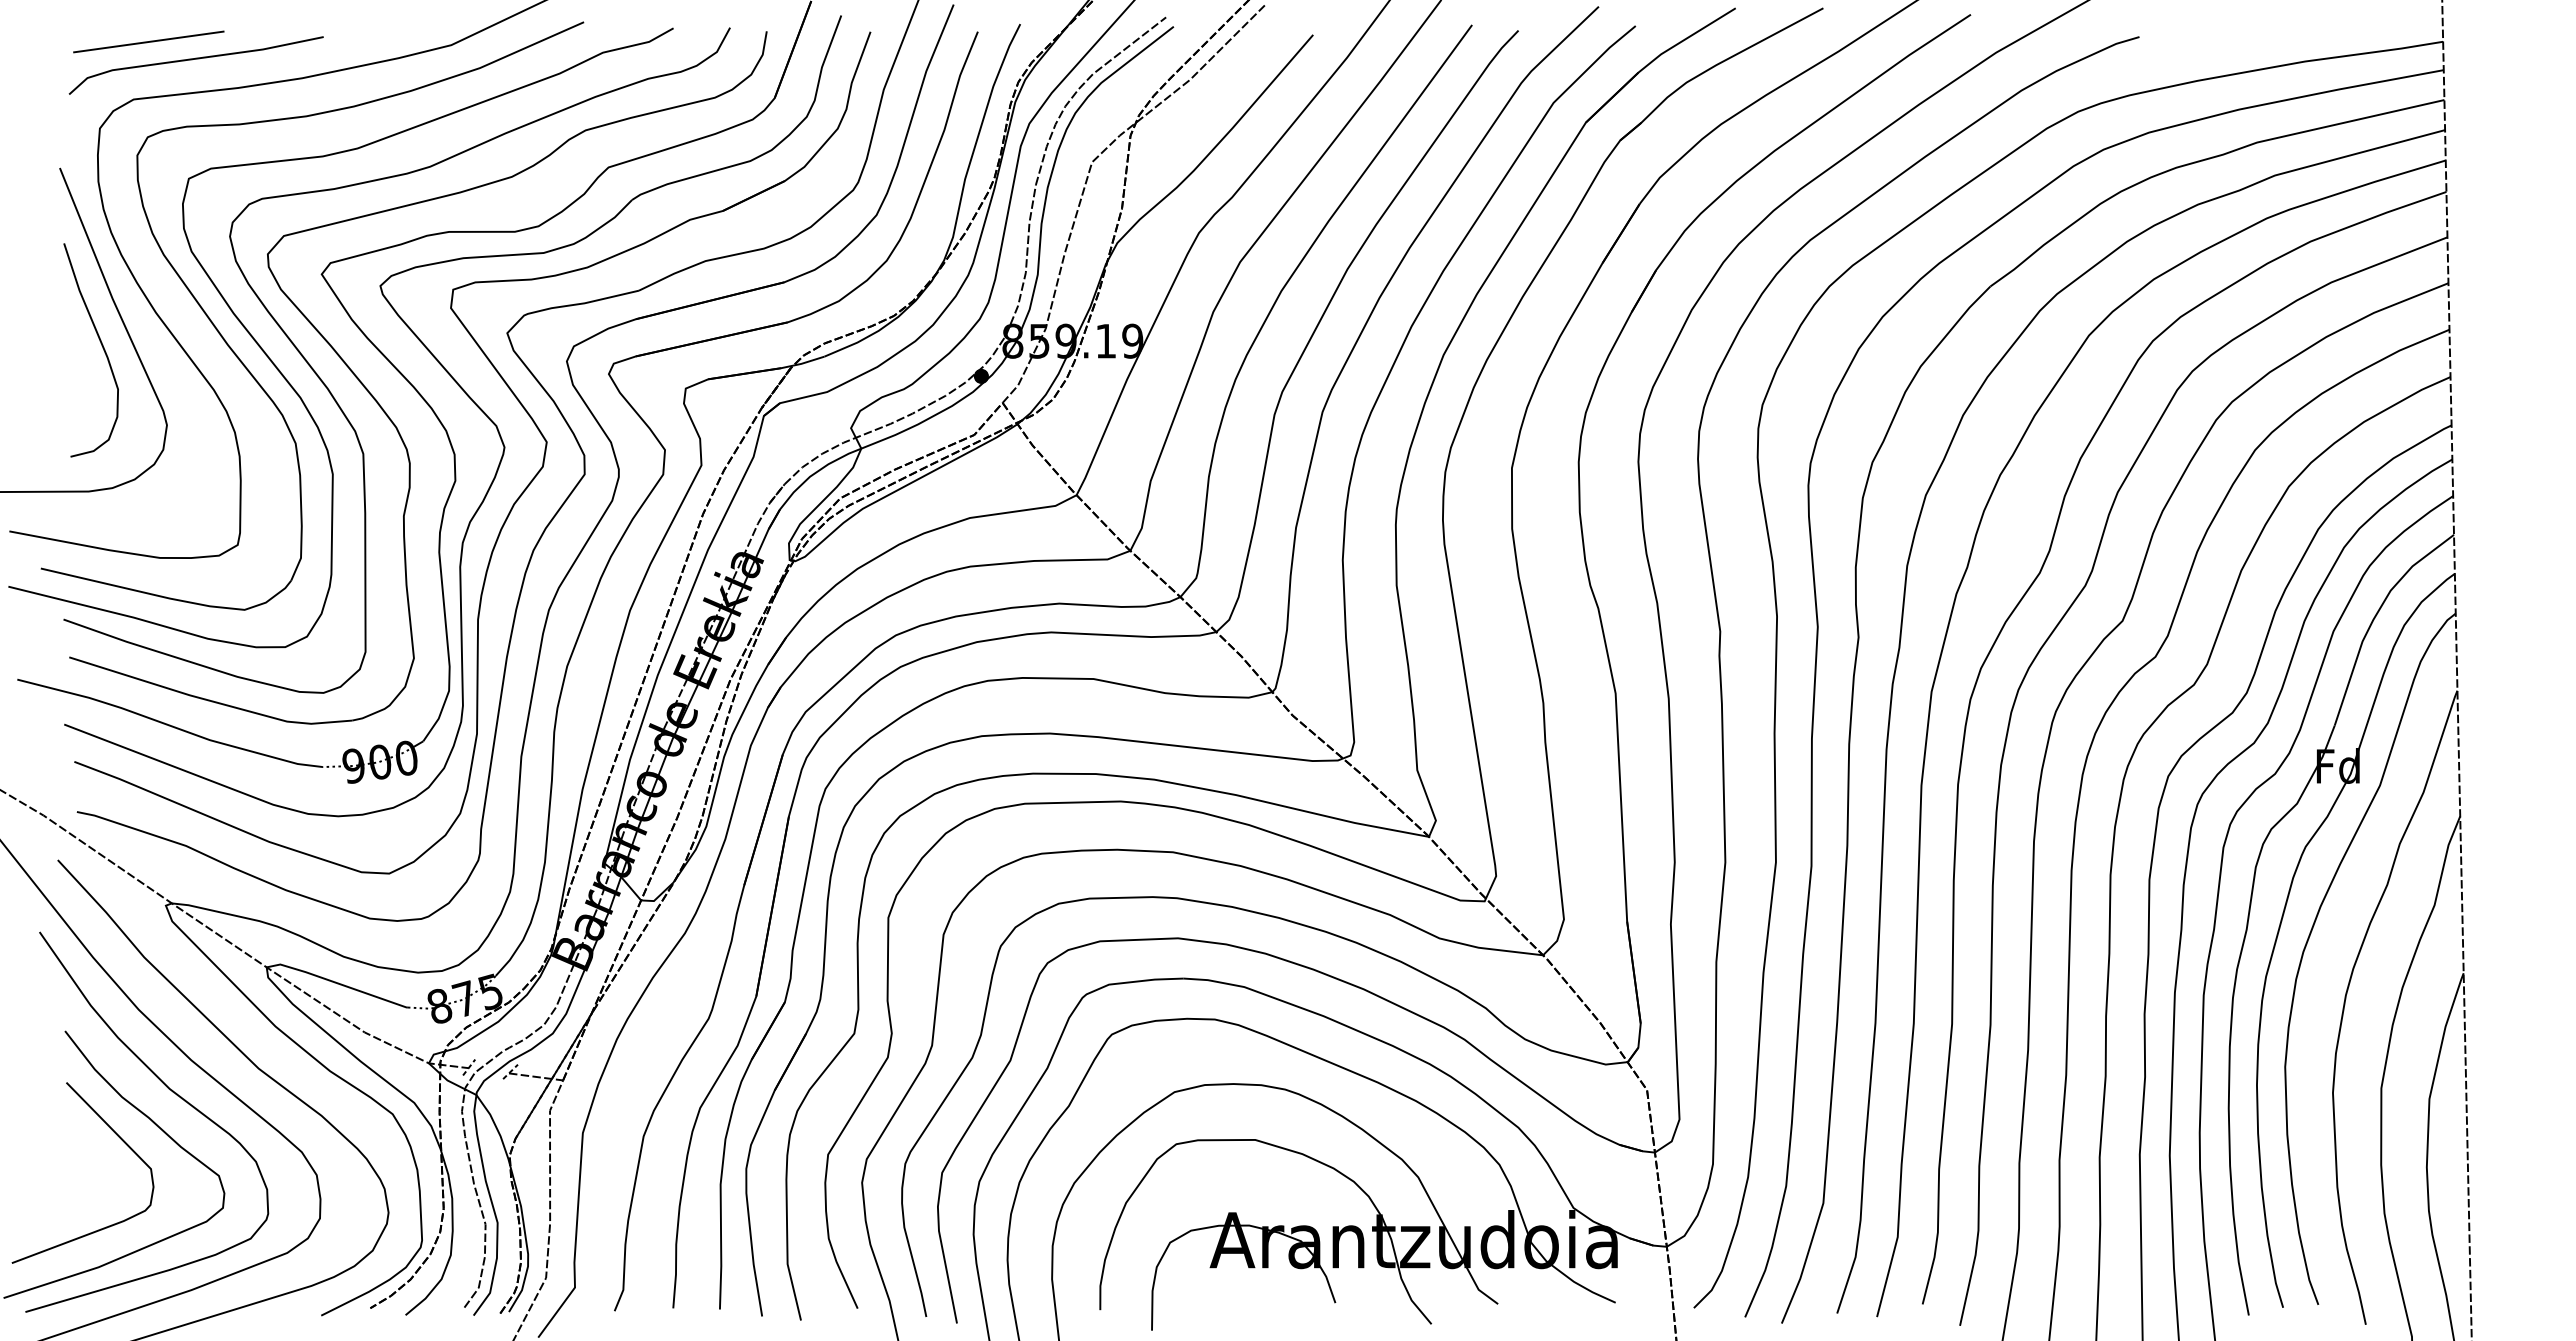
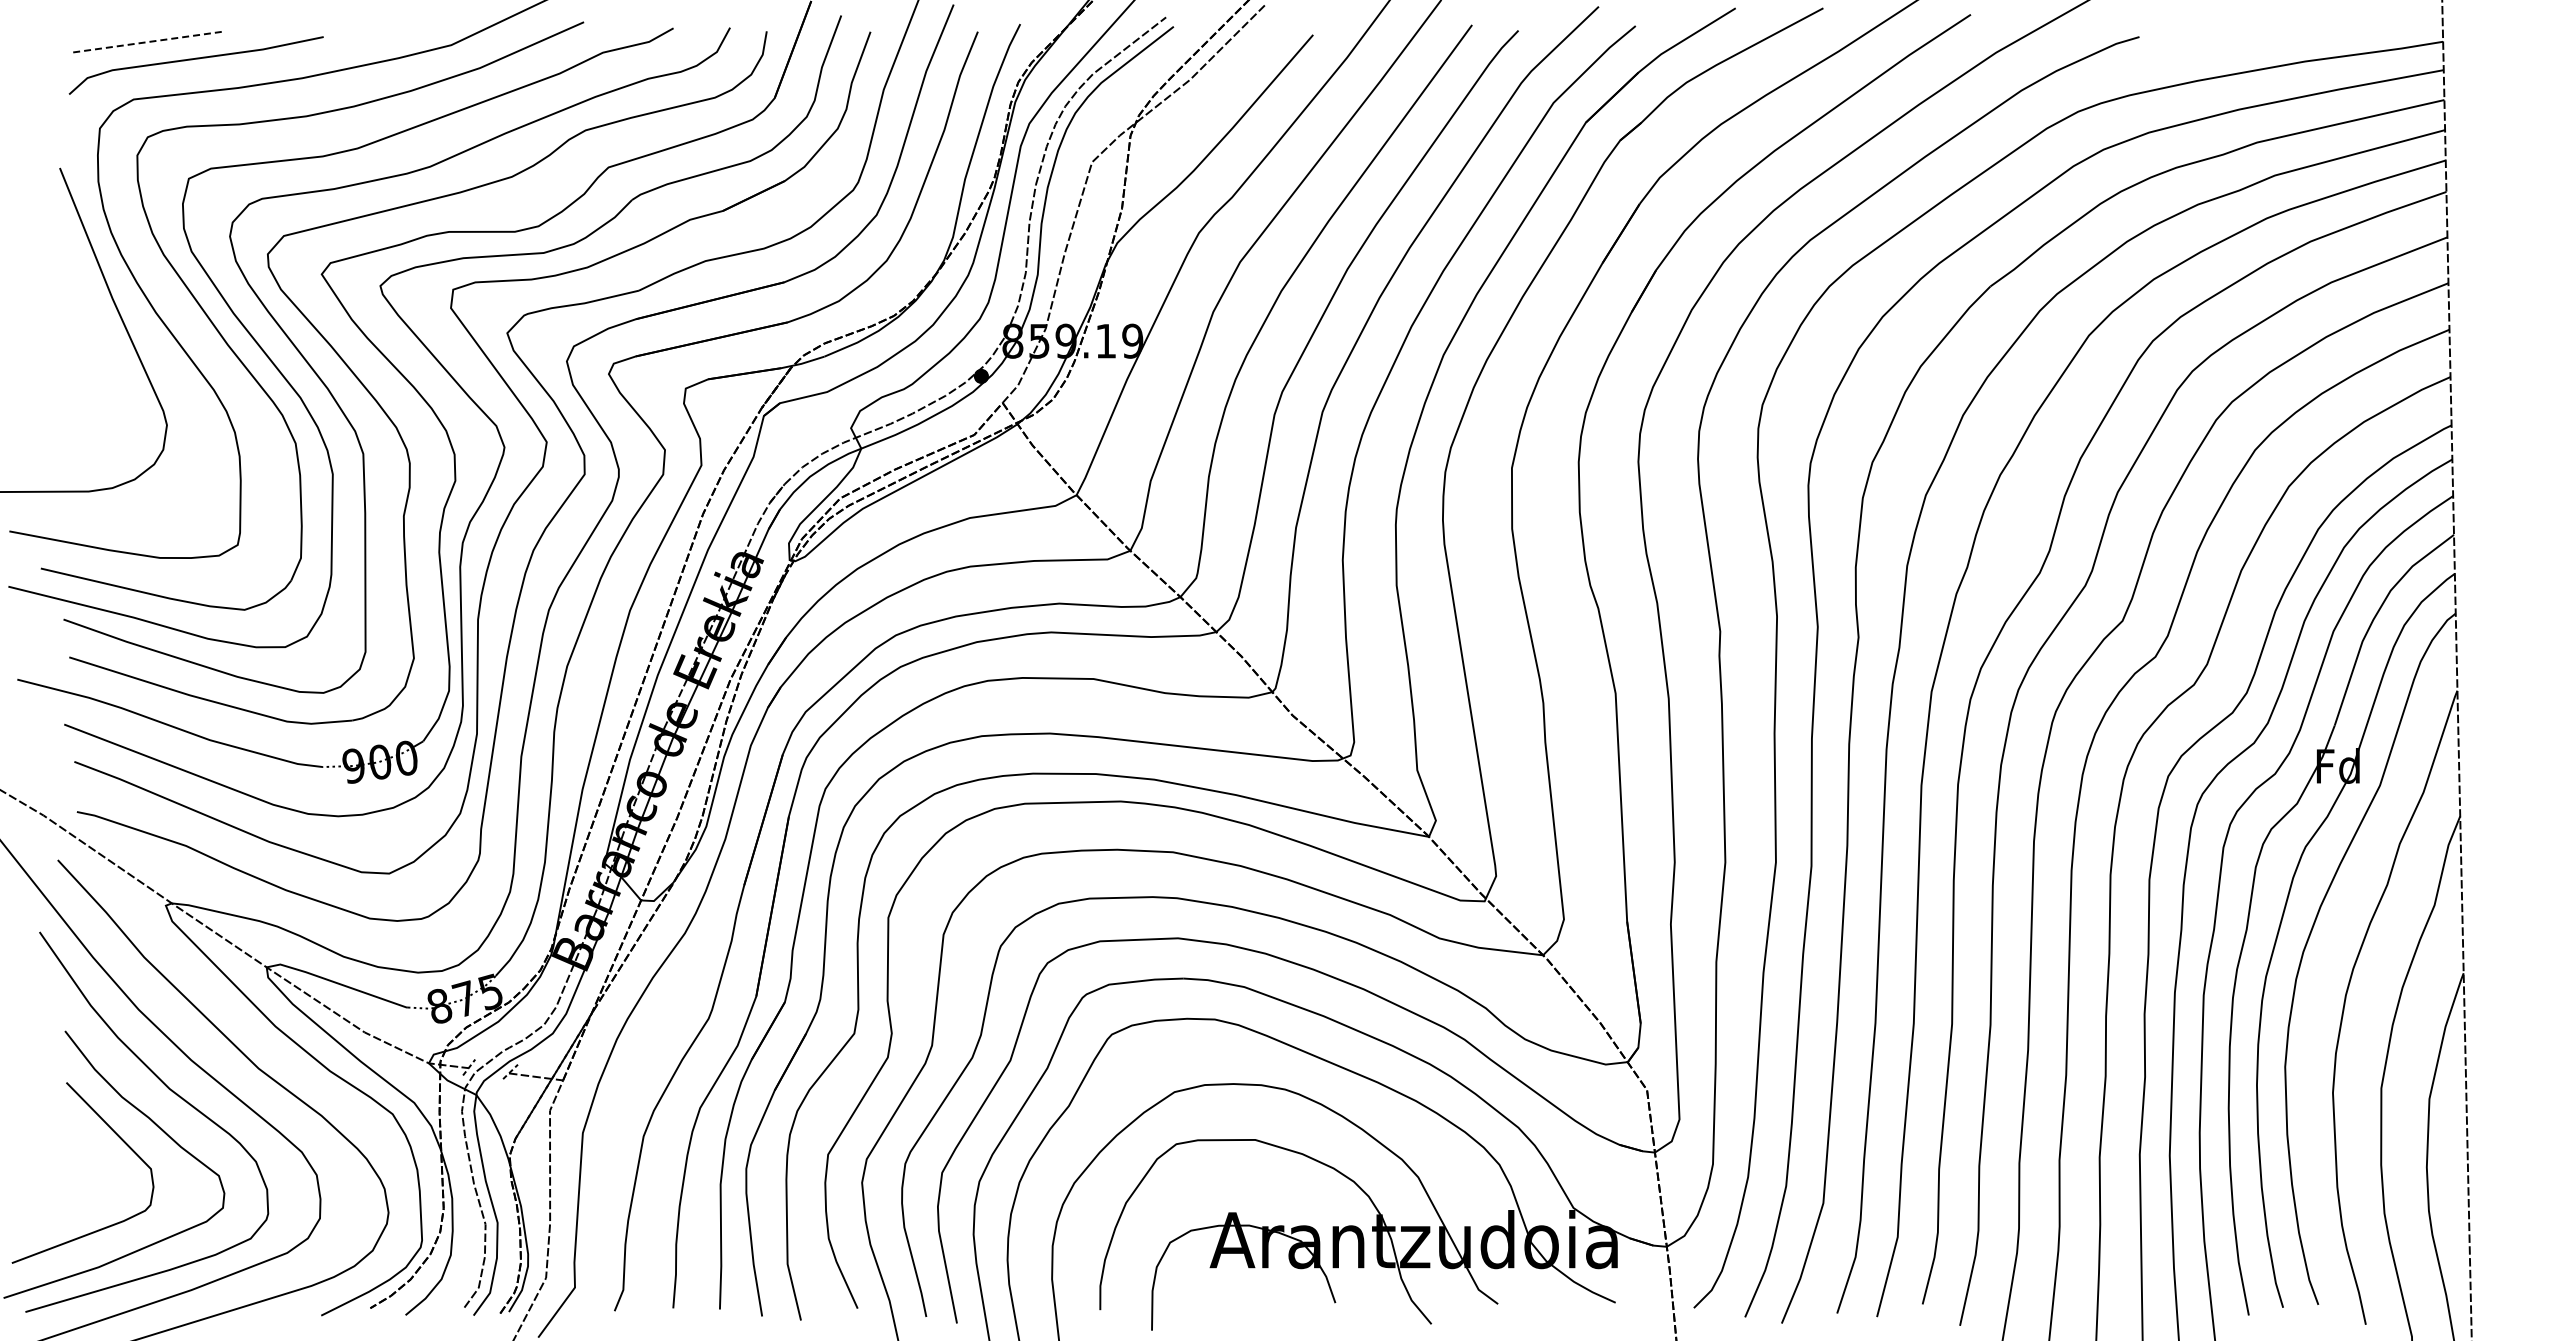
line at (149, 41): solid -> dashed
curve at (101, 345): present -> none
